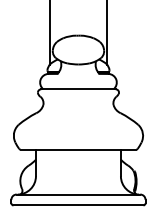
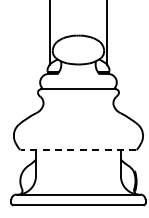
line at (78, 149): solid -> dashed
